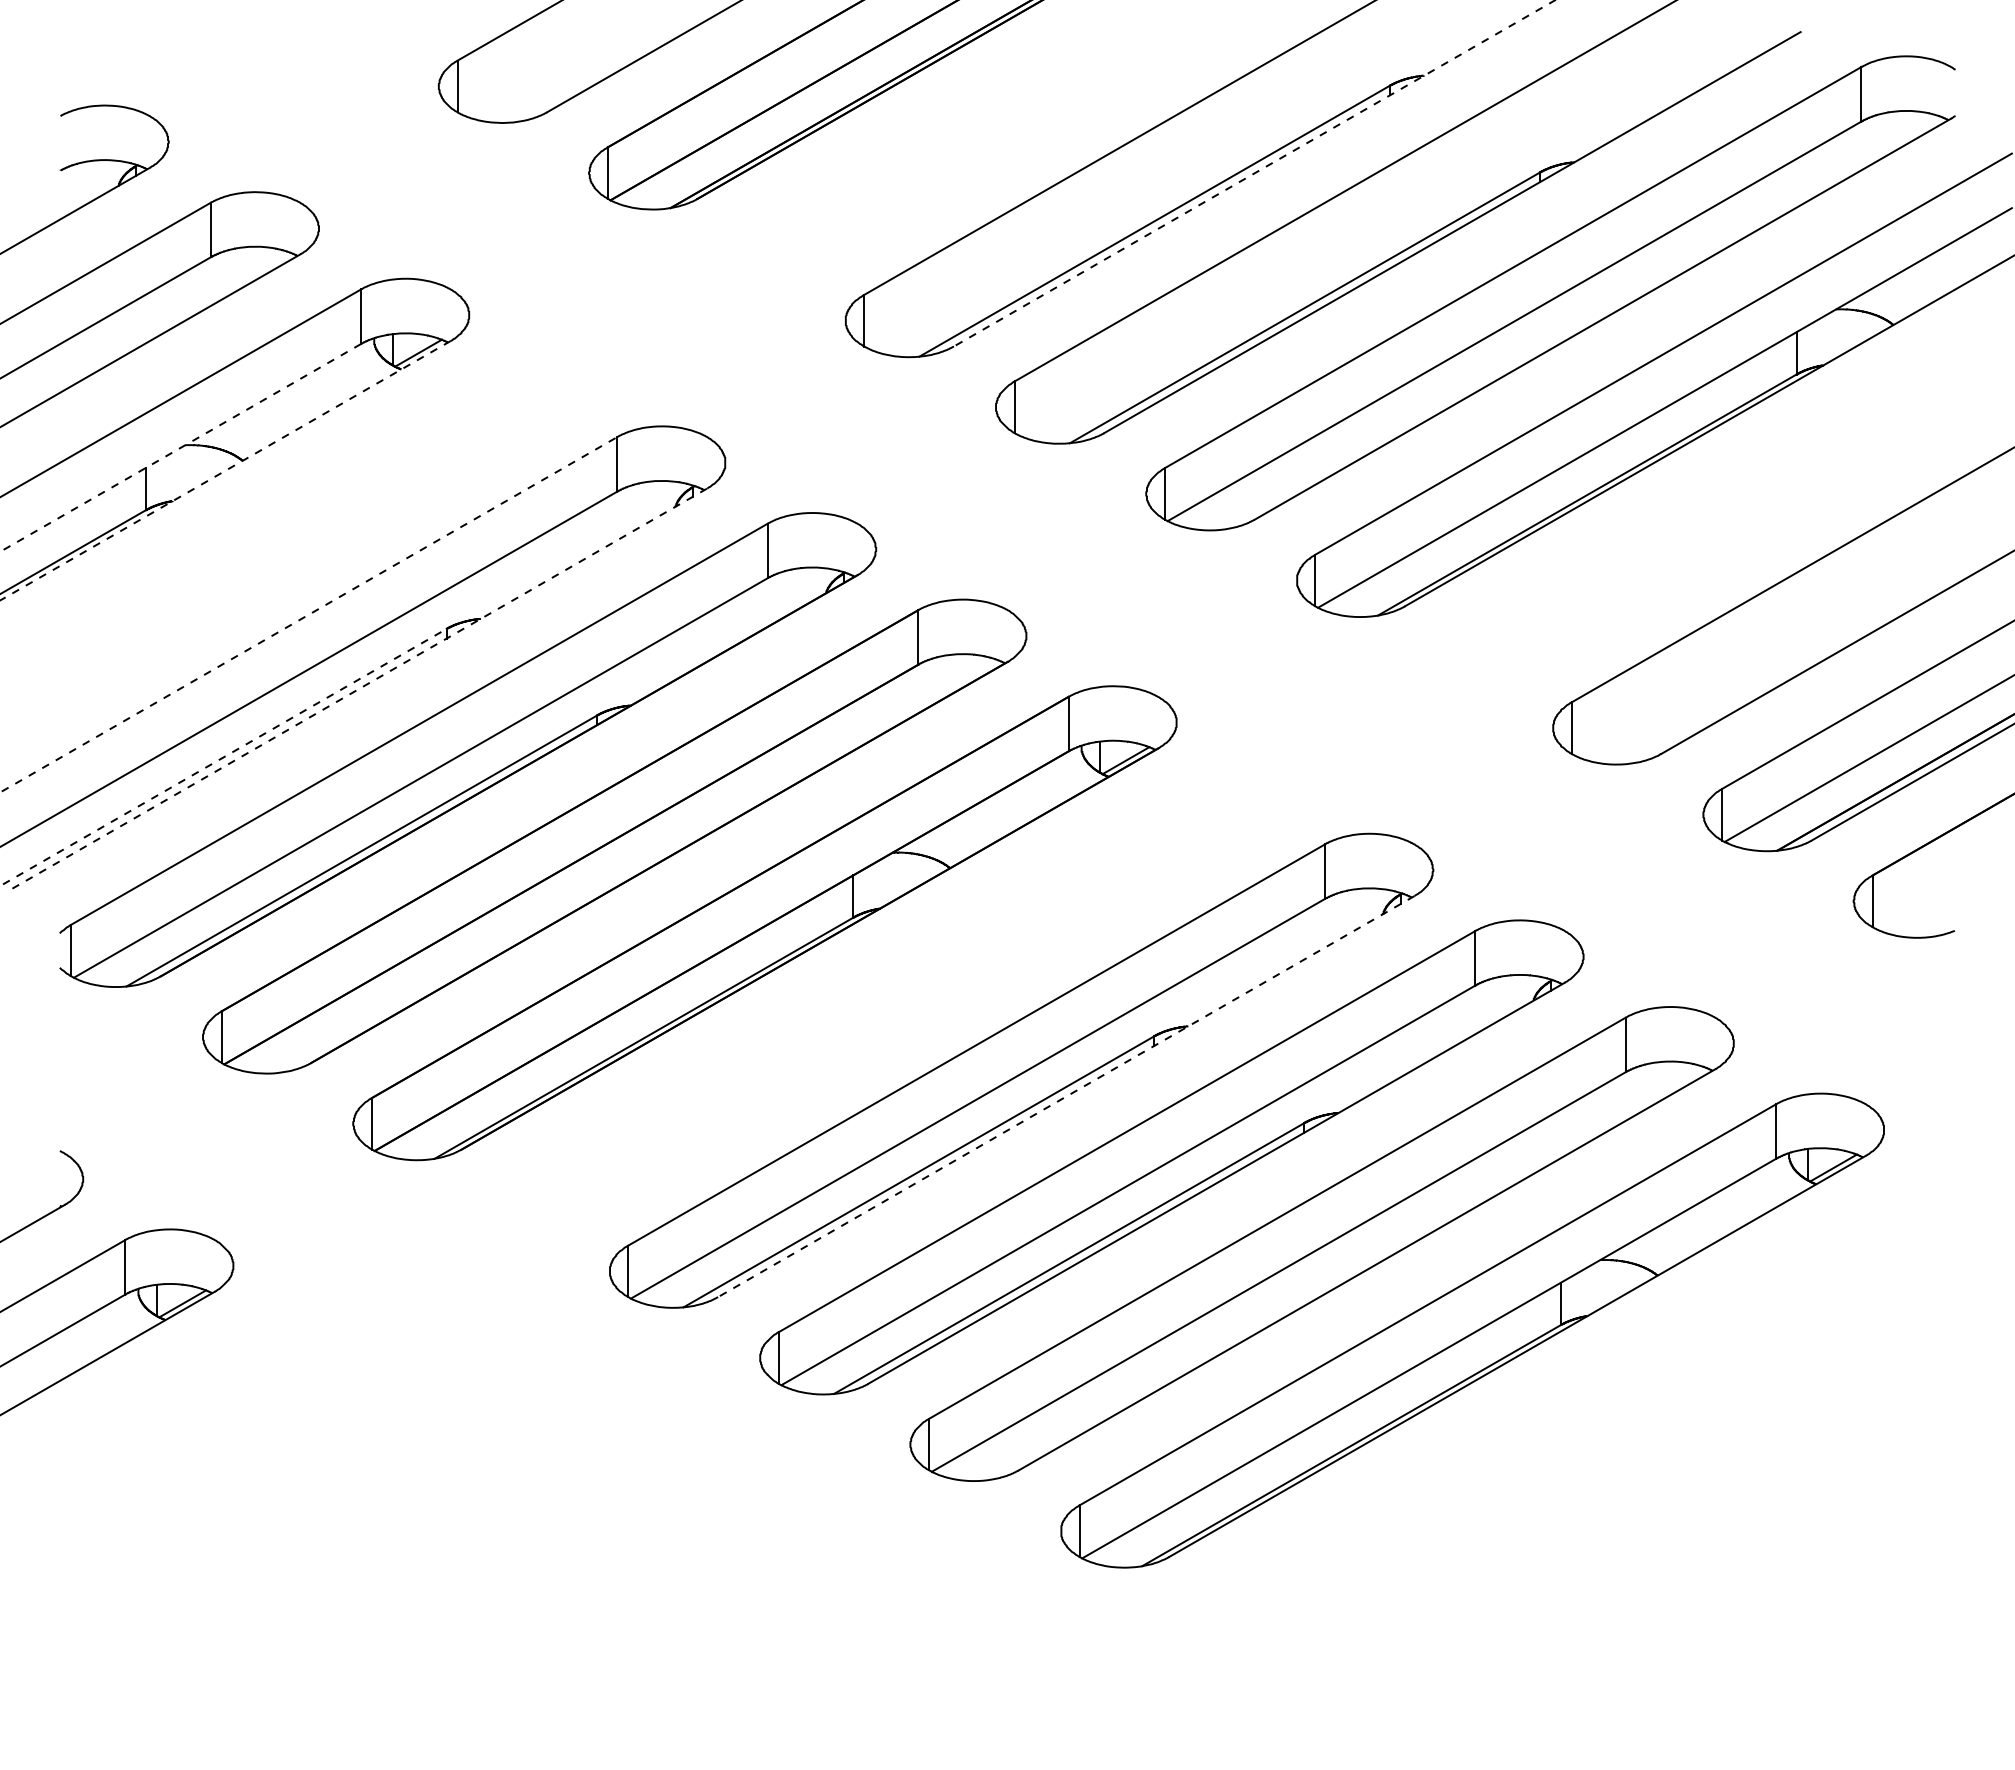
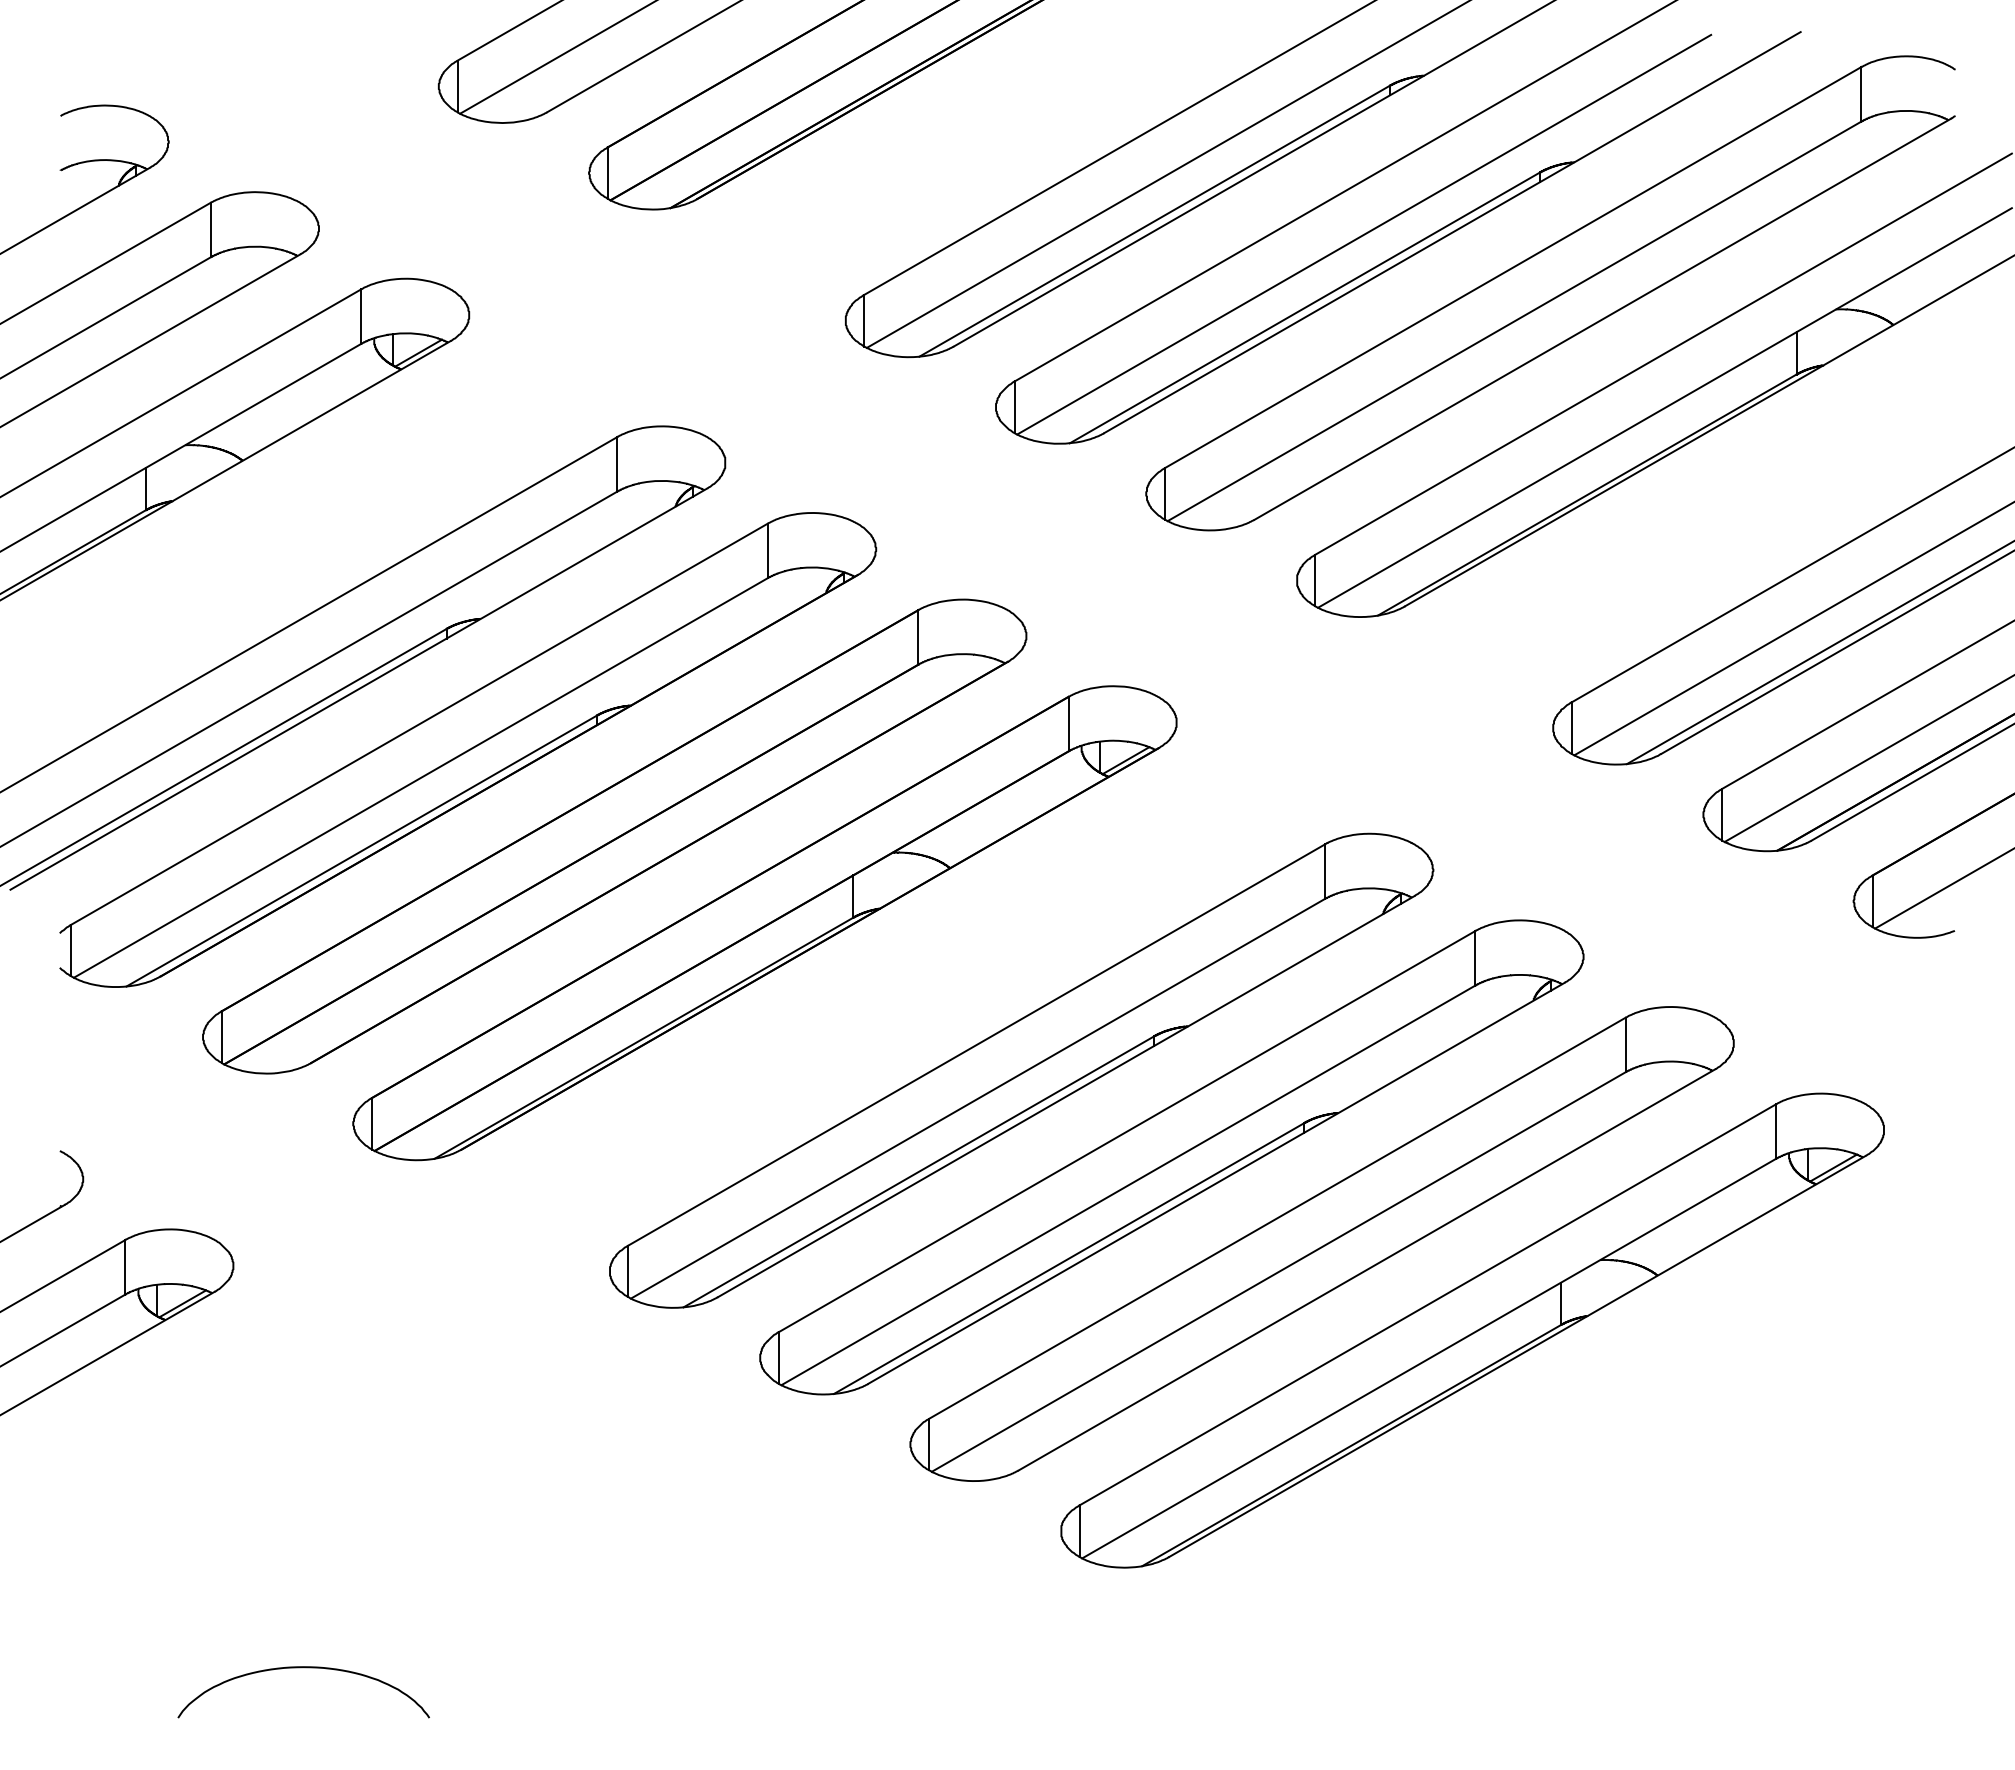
line at (556, 57): none -> present
line at (1254, 173): dashed -> solid
line at (1166, 174): none -> present
line at (1364, 234): none -> present
line at (180, 447): dashed -> solid
line at (225, 470): dashed -> solid
line at (308, 614): dashed -> solid
line at (1792, 629): none -> present
line at (1818, 653): none -> present
line at (358, 689): dashed -> solid
line at (223, 757): dashed -> solid
line at (1943, 889): none -> present
line at (1066, 1096): dashed -> solid
curve at (303, 1668): none -> present
